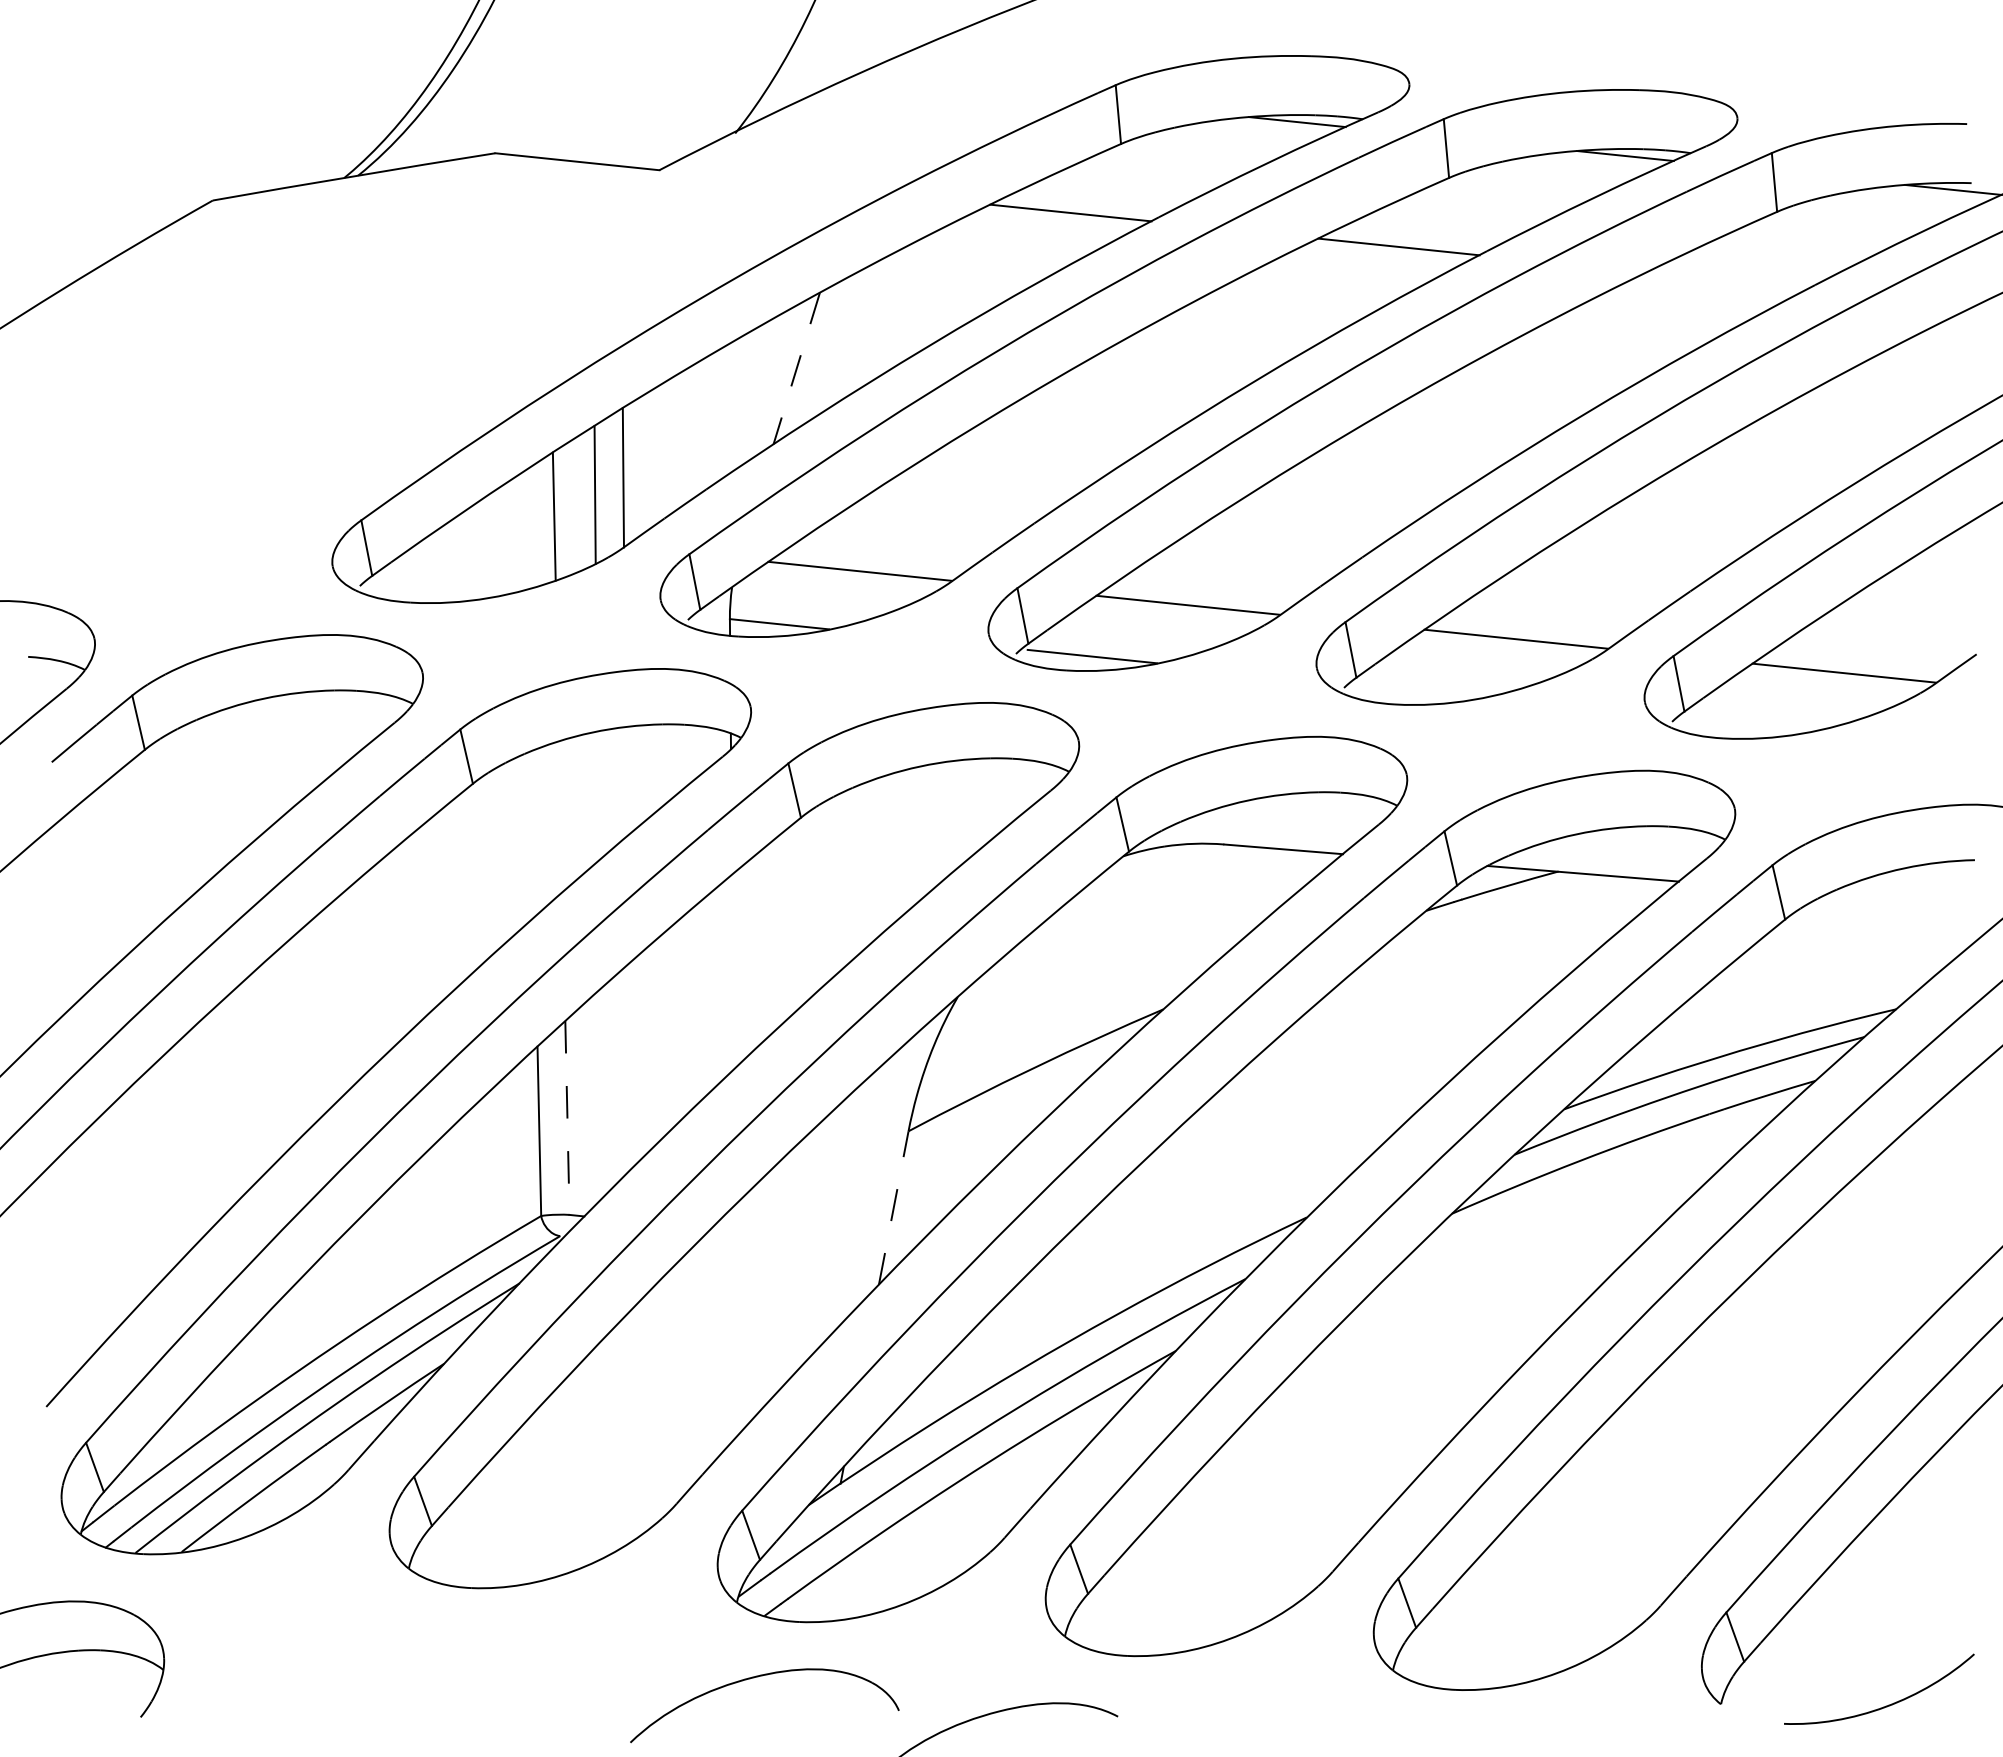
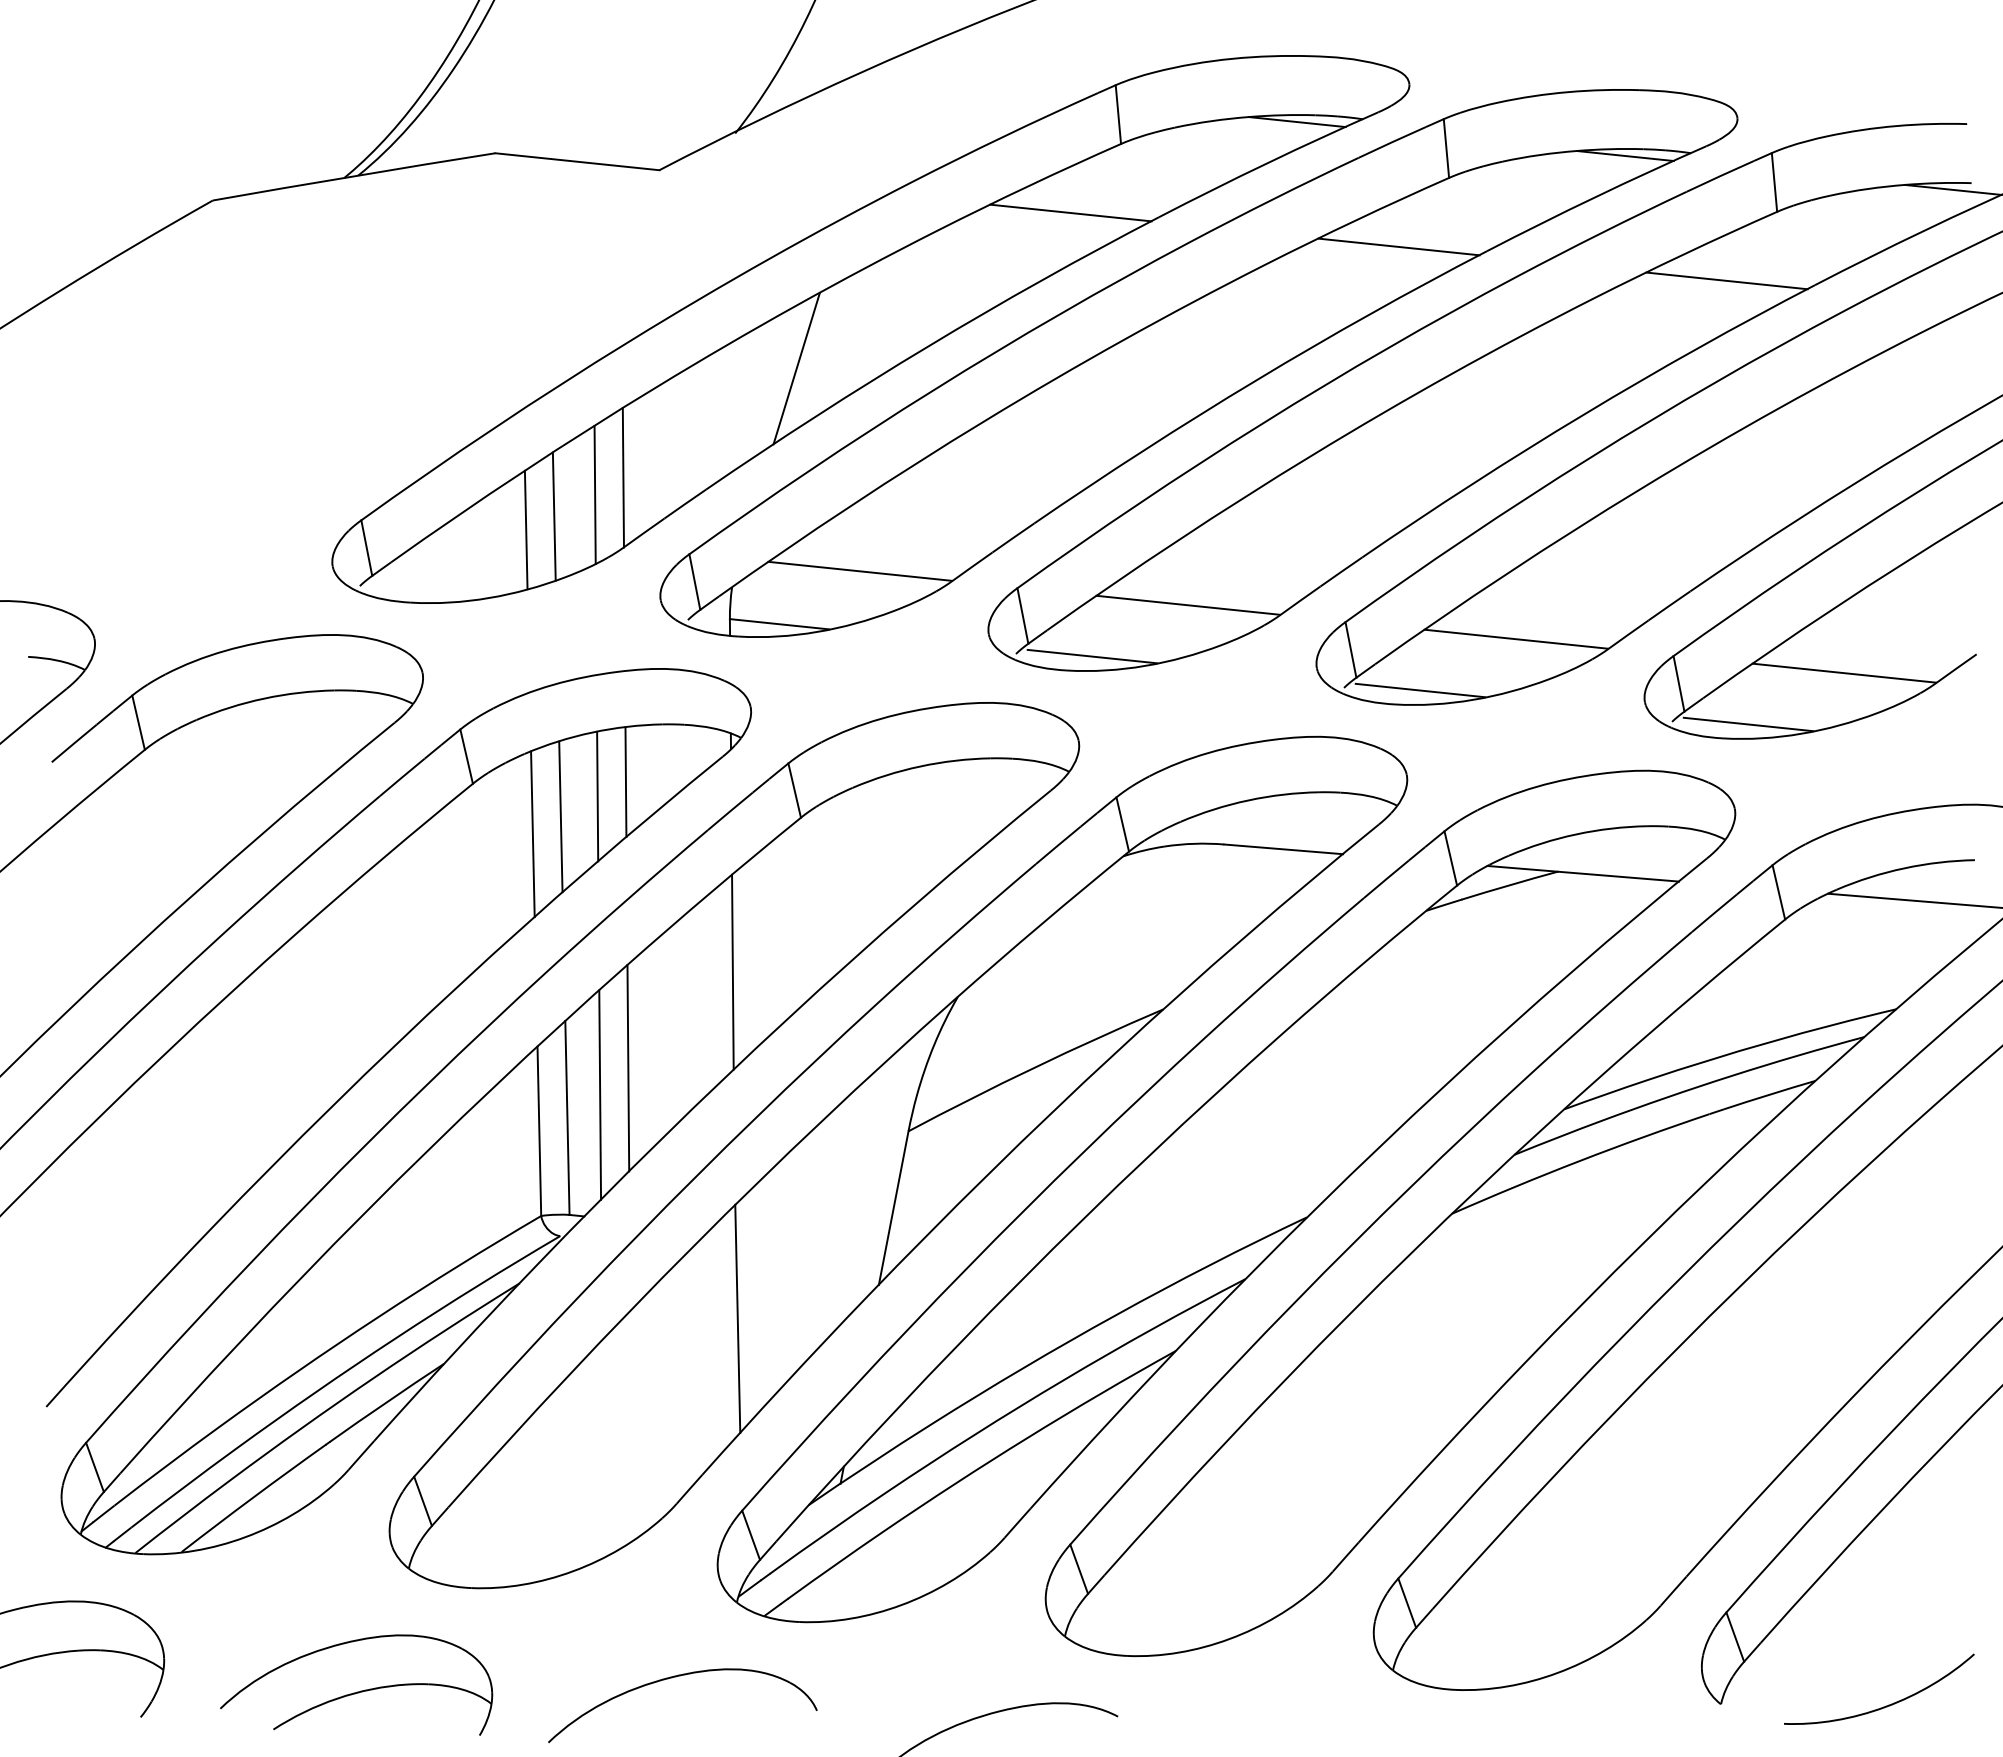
line at (1726, 280): none -> present
line at (796, 369): dashed -> solid
line at (525, 529): none -> present
line at (1420, 690): none -> present
line at (1748, 724): none -> present
line at (625, 782): none -> present
line at (597, 796): none -> present
line at (560, 816): none -> present
line at (532, 834): none -> present
line at (1913, 900): none -> present
line at (732, 971): none -> present
line at (628, 1068): none -> present
line at (600, 1094): none -> present
line at (567, 1118): dashed -> solid
line at (893, 1207): dashed -> solid
line at (737, 1318): none -> present
part at (758, 1677) position: (758, 1677) -> (676, 1677)
part at (357, 1691): none -> present
